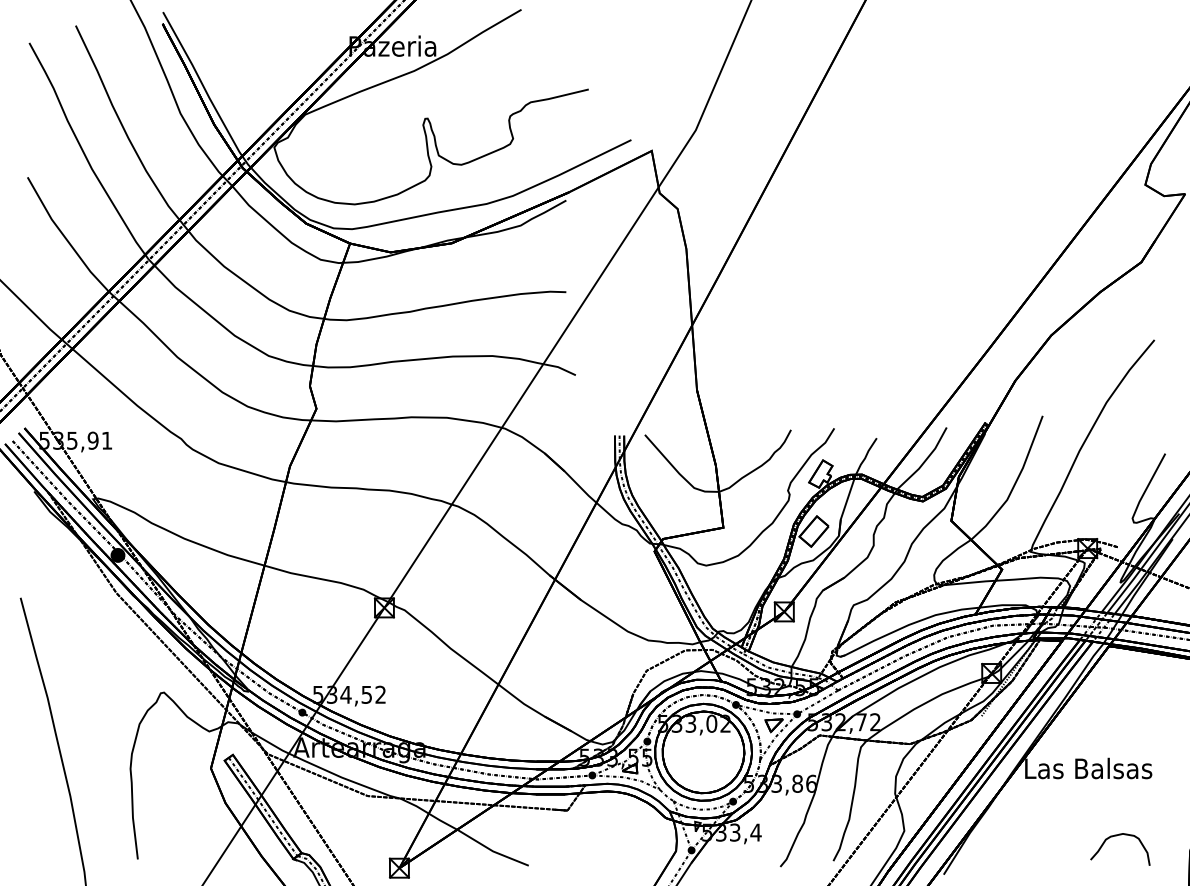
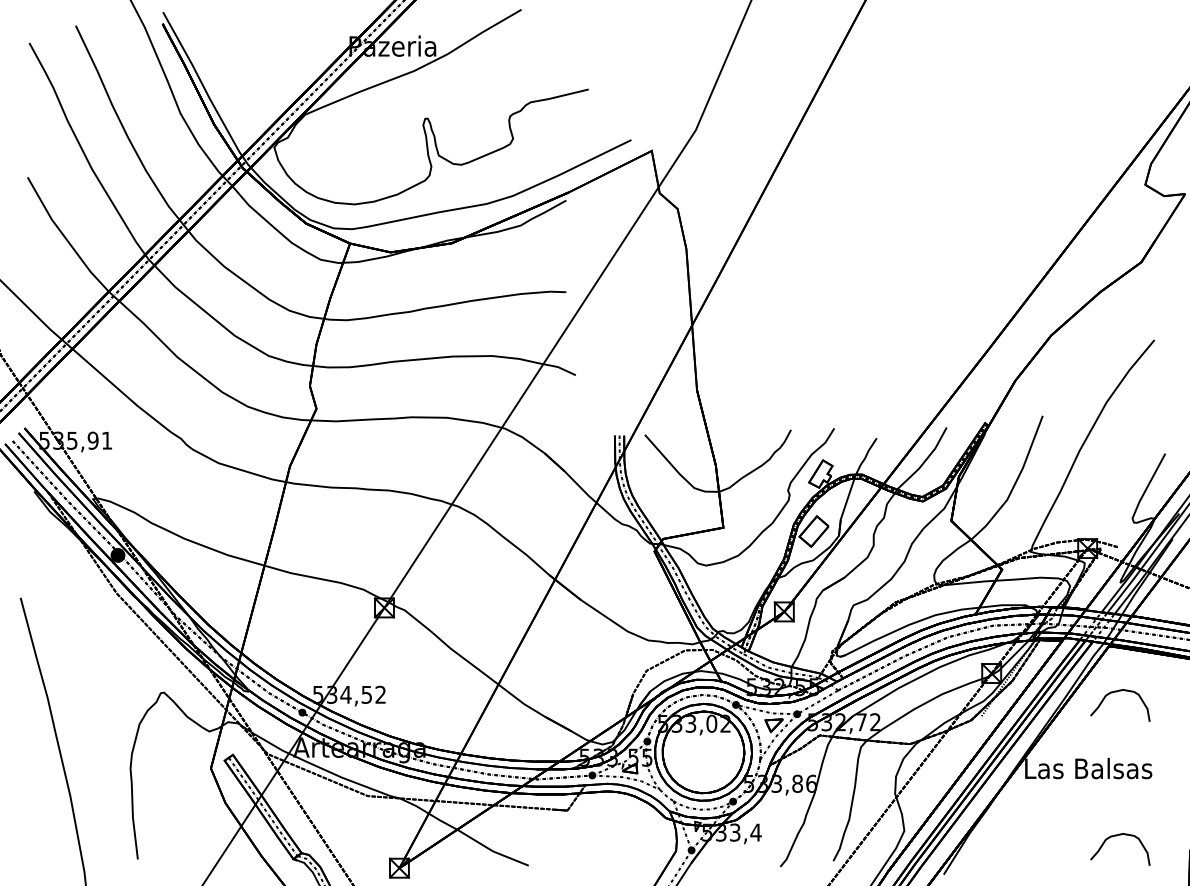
curve at (1116, 692): none -> present
